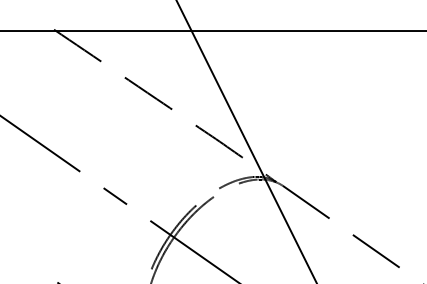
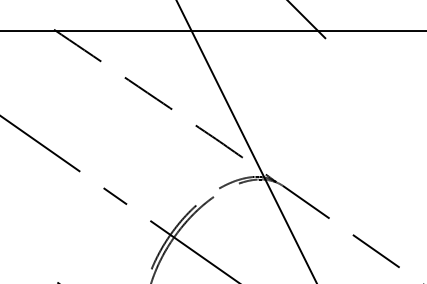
line at (307, 20): none -> present
